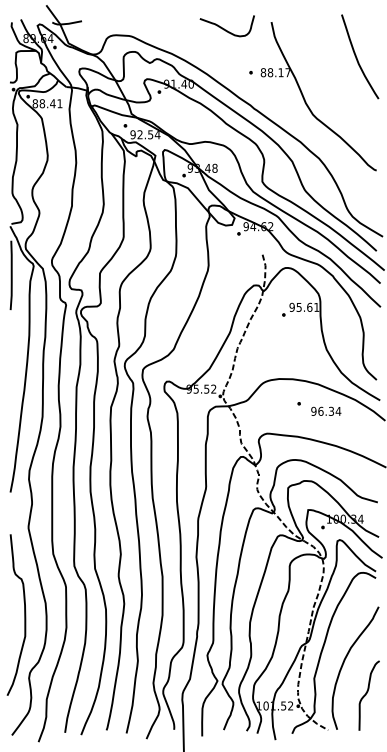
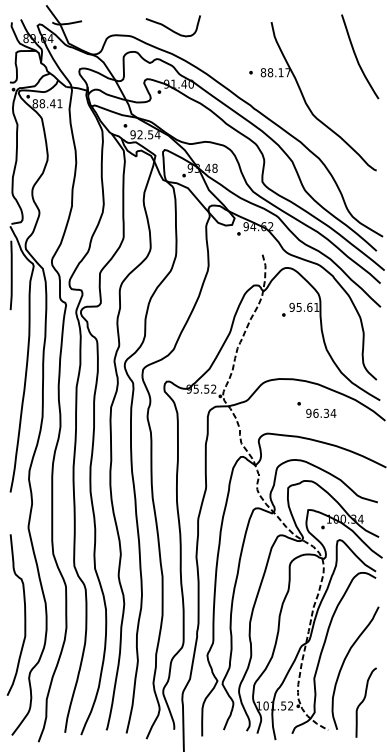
curve at (224, 28) position: (224, 28) -> (170, 28)
text at (326, 410) position: (326, 410) -> (321, 412)
curve at (366, 695) position: (366, 695) -> (363, 702)
